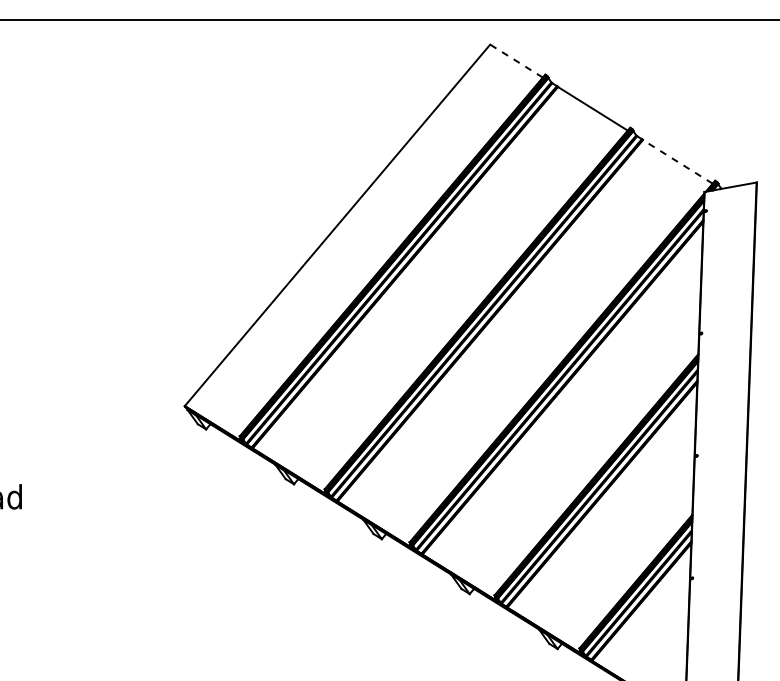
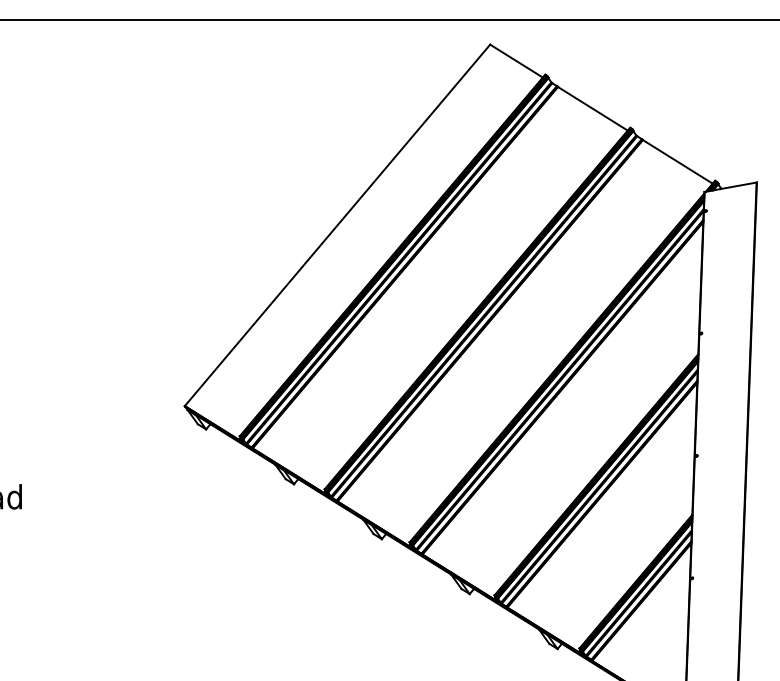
line at (516, 60): dashed -> solid
line at (677, 161): dashed -> solid
